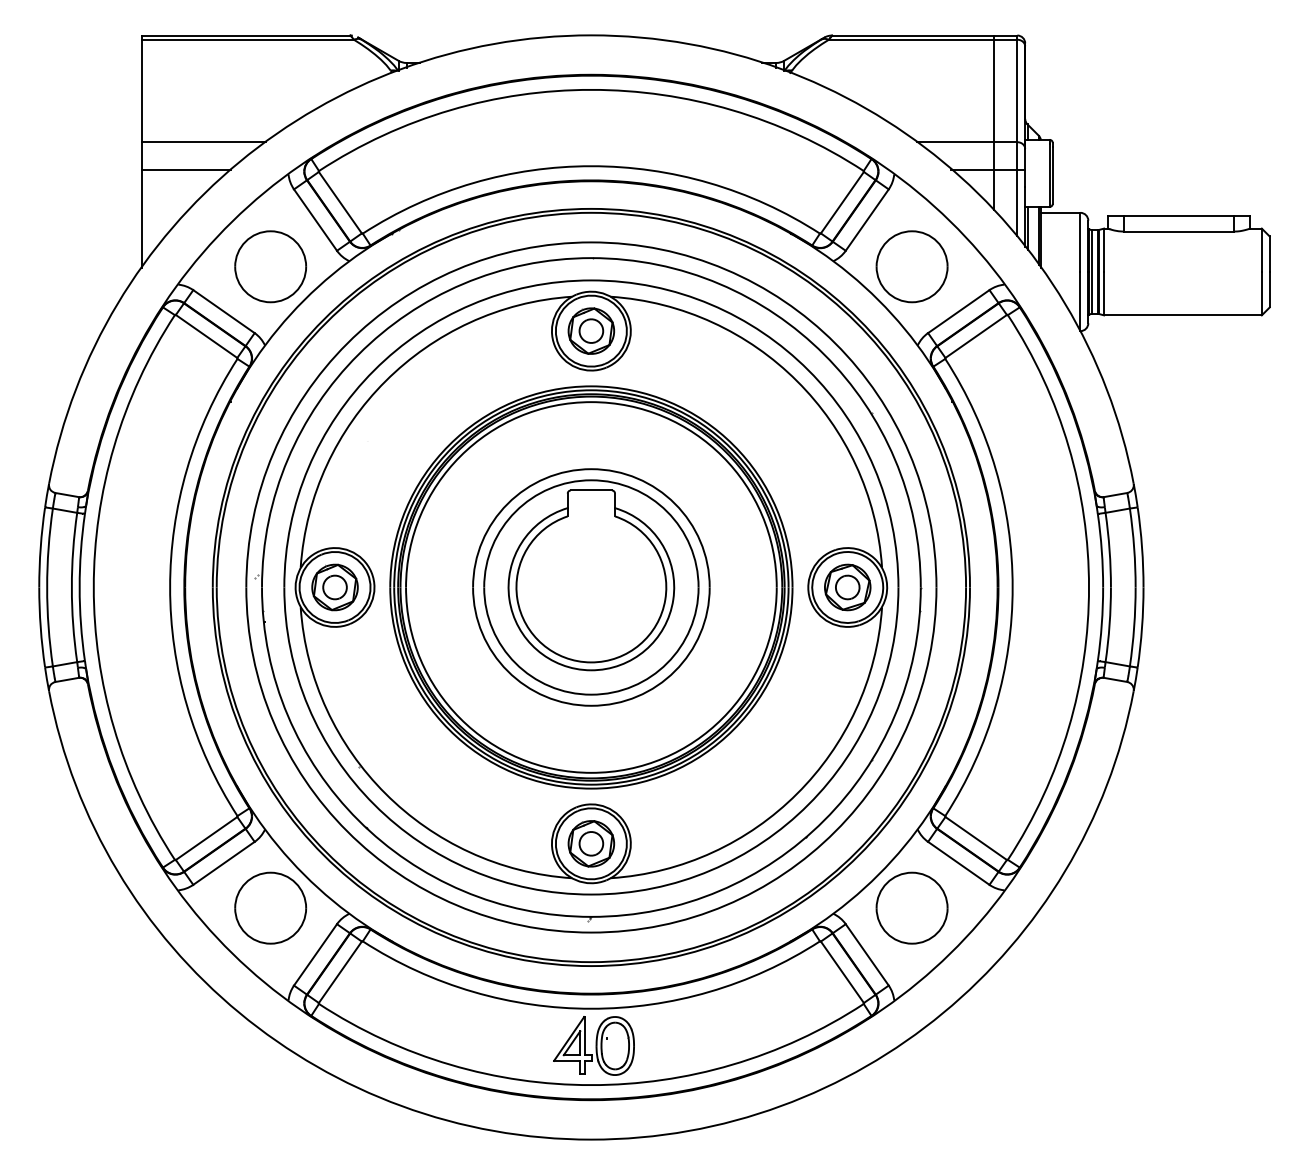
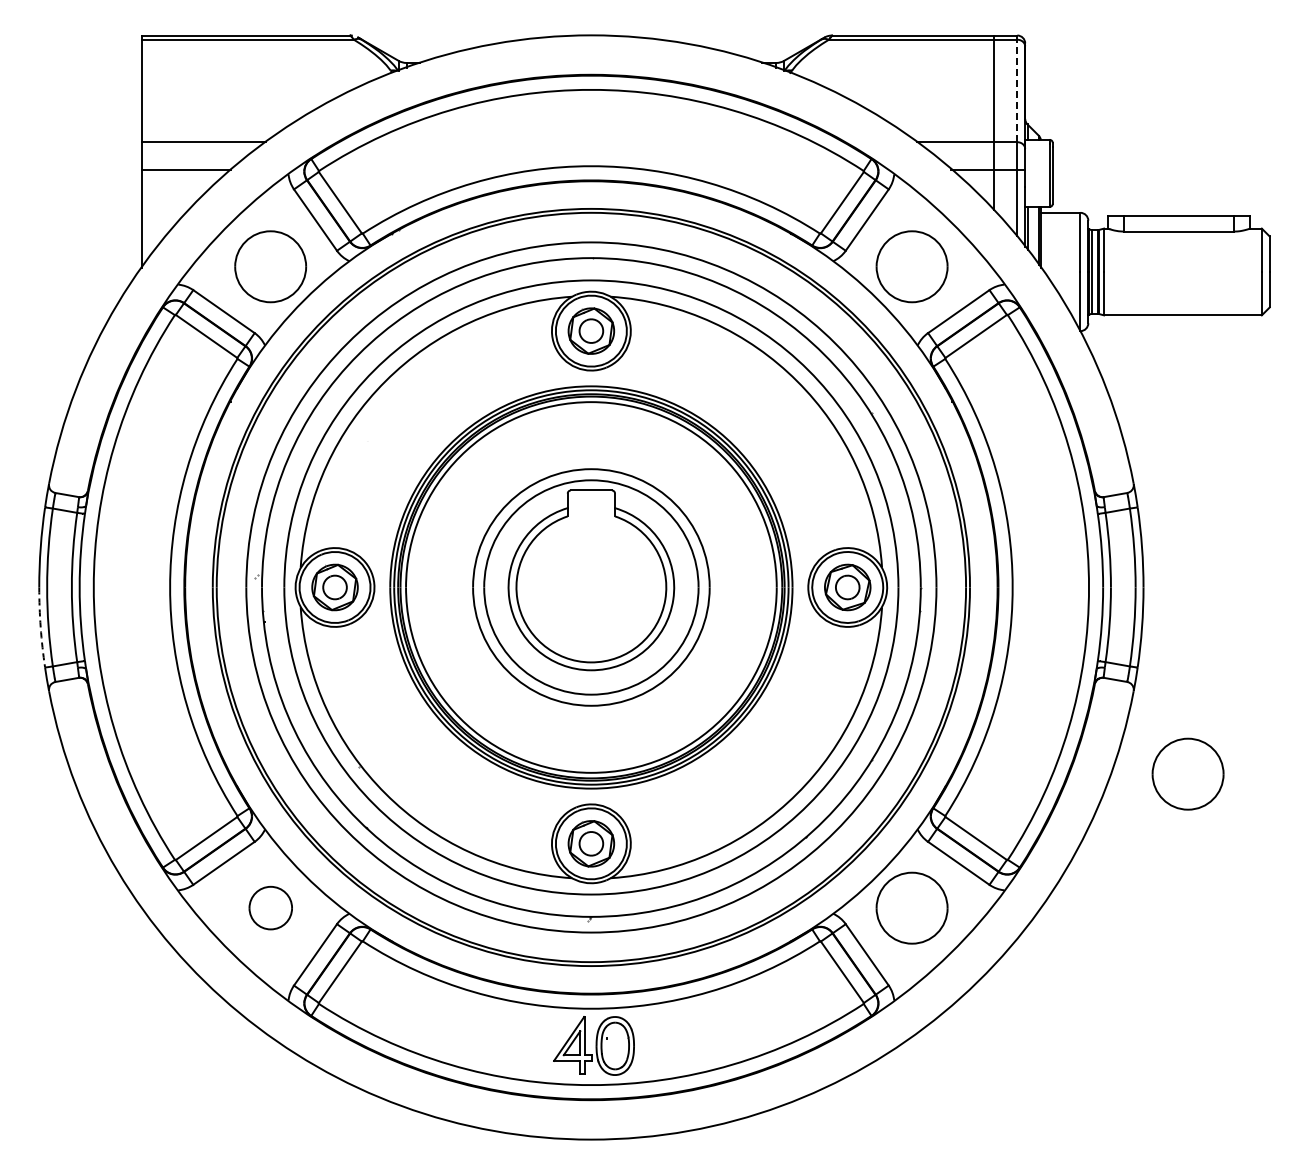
line at (1017, 90): solid -> dashed
arc at (40, 627): solid -> dashed
part at (1187, 773): none -> present
part at (270, 907) size: 74x74 px -> 45x46 px
